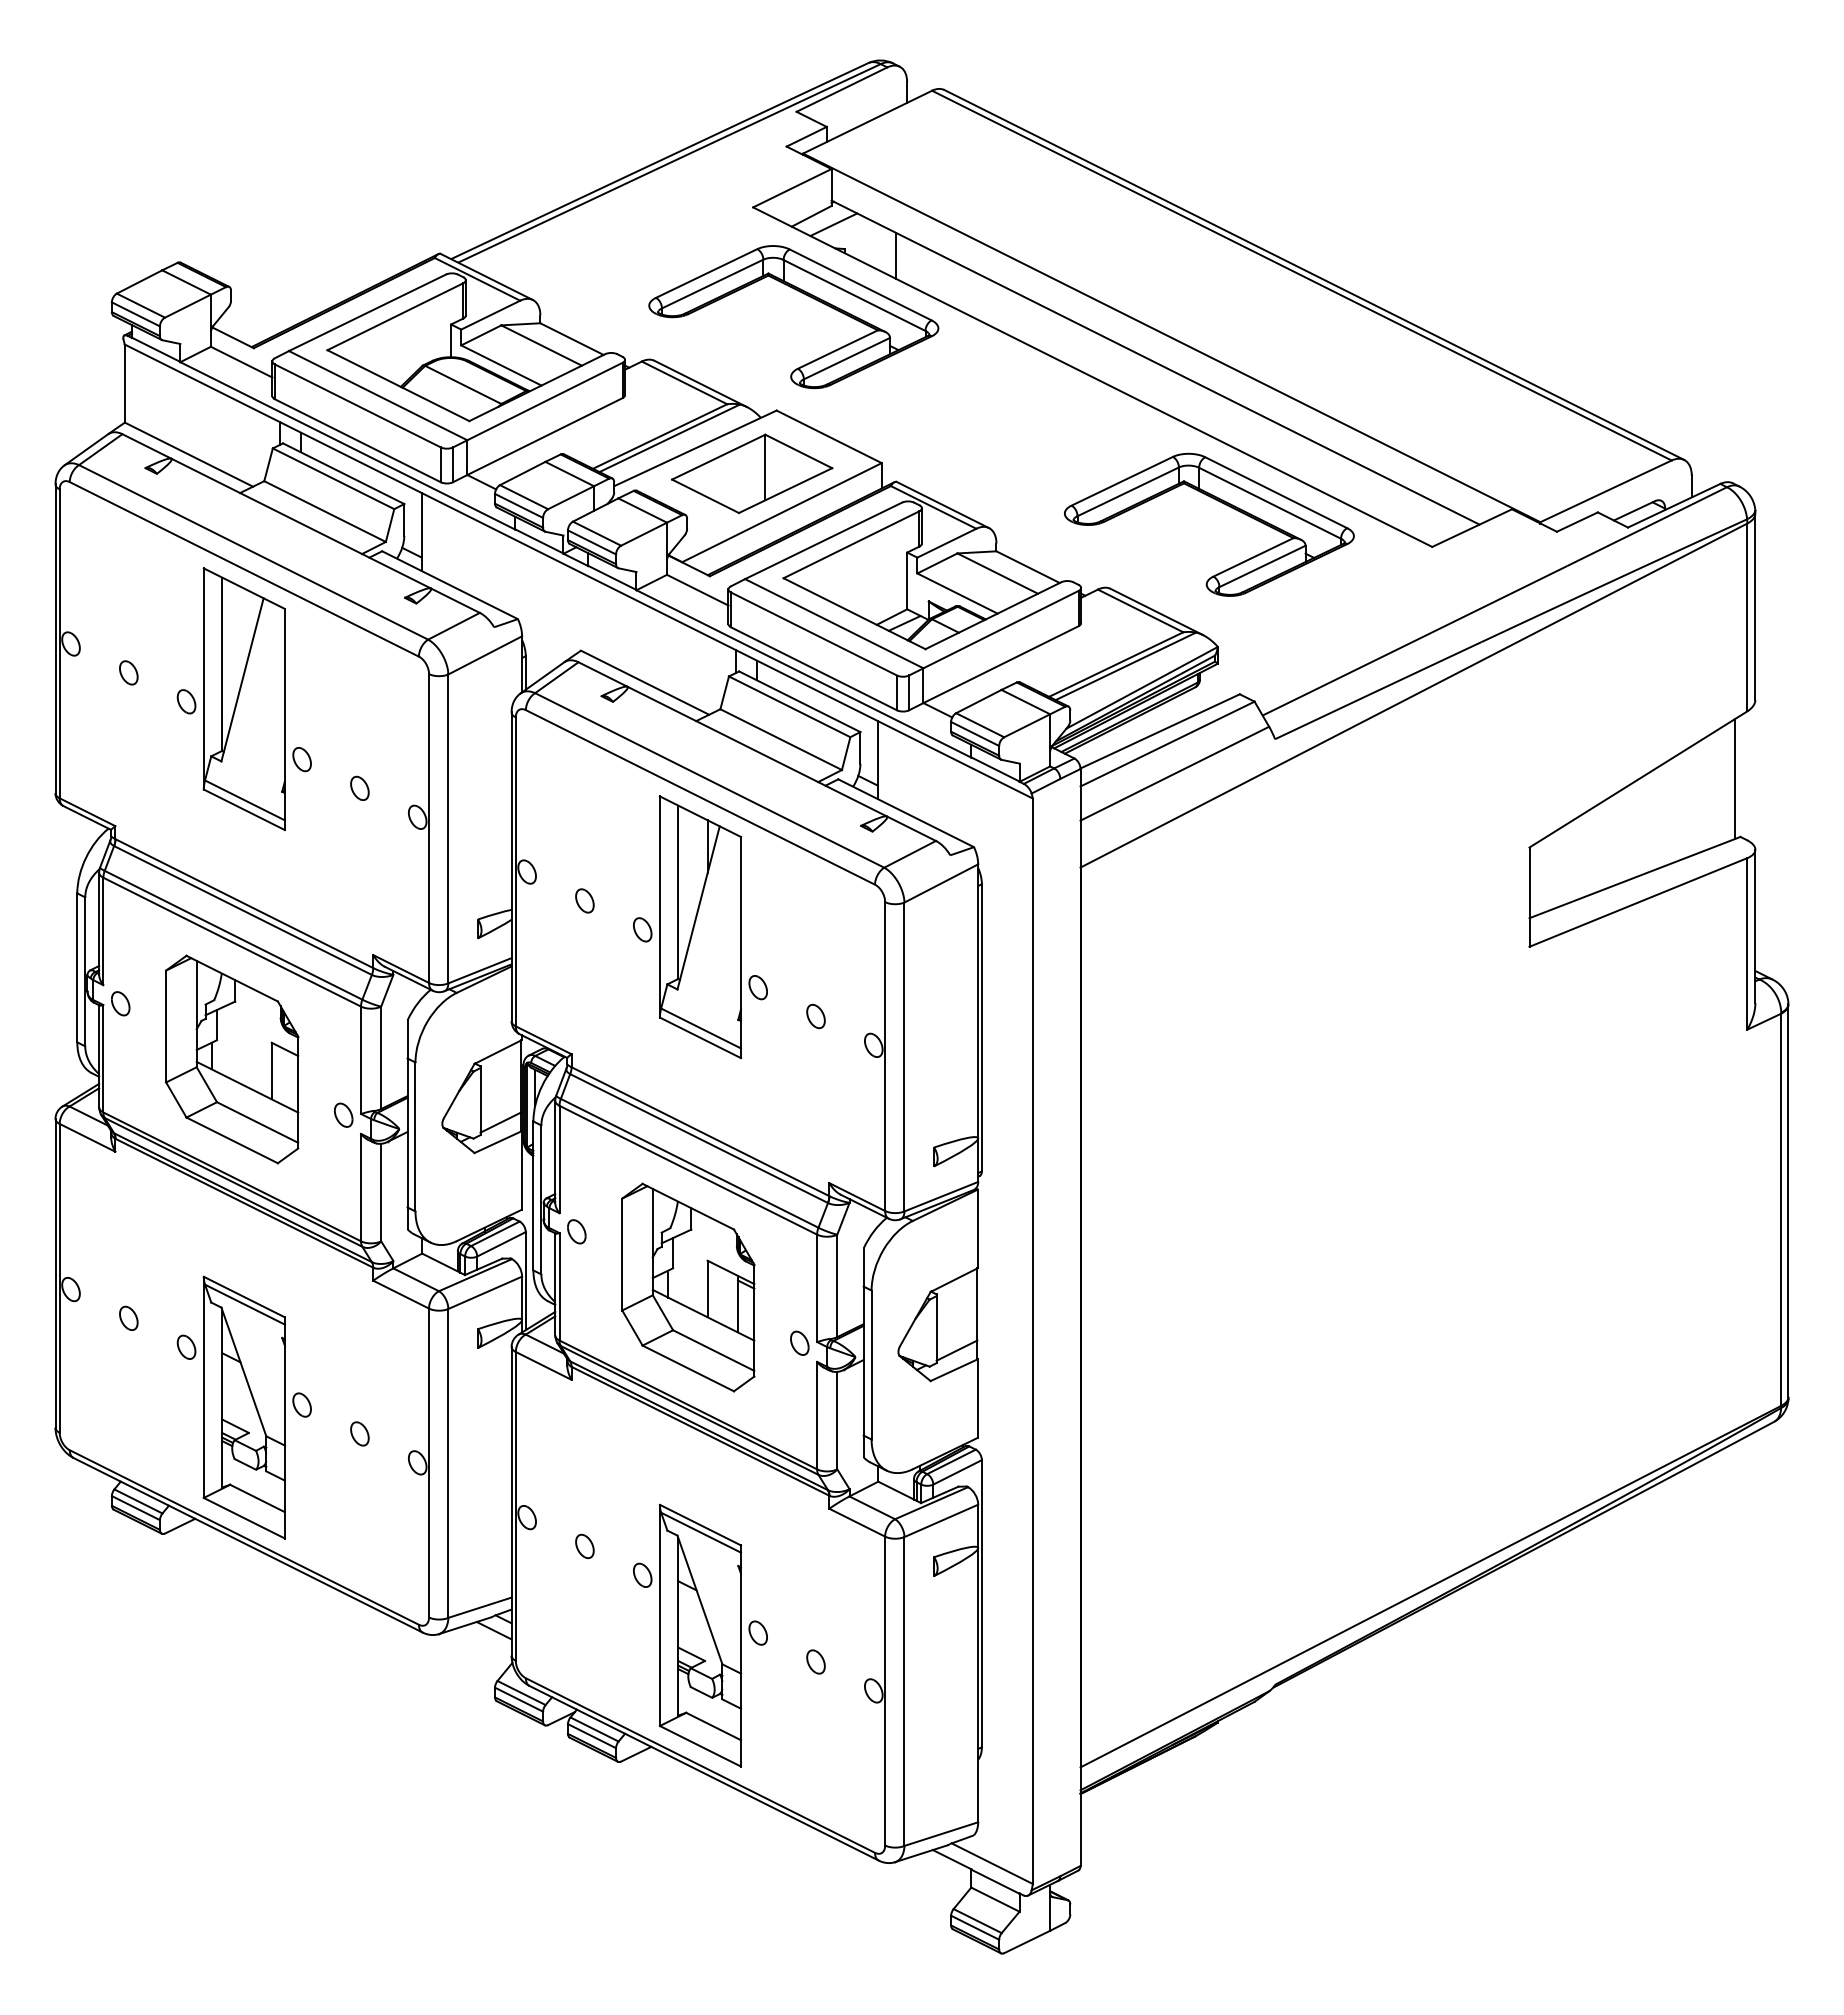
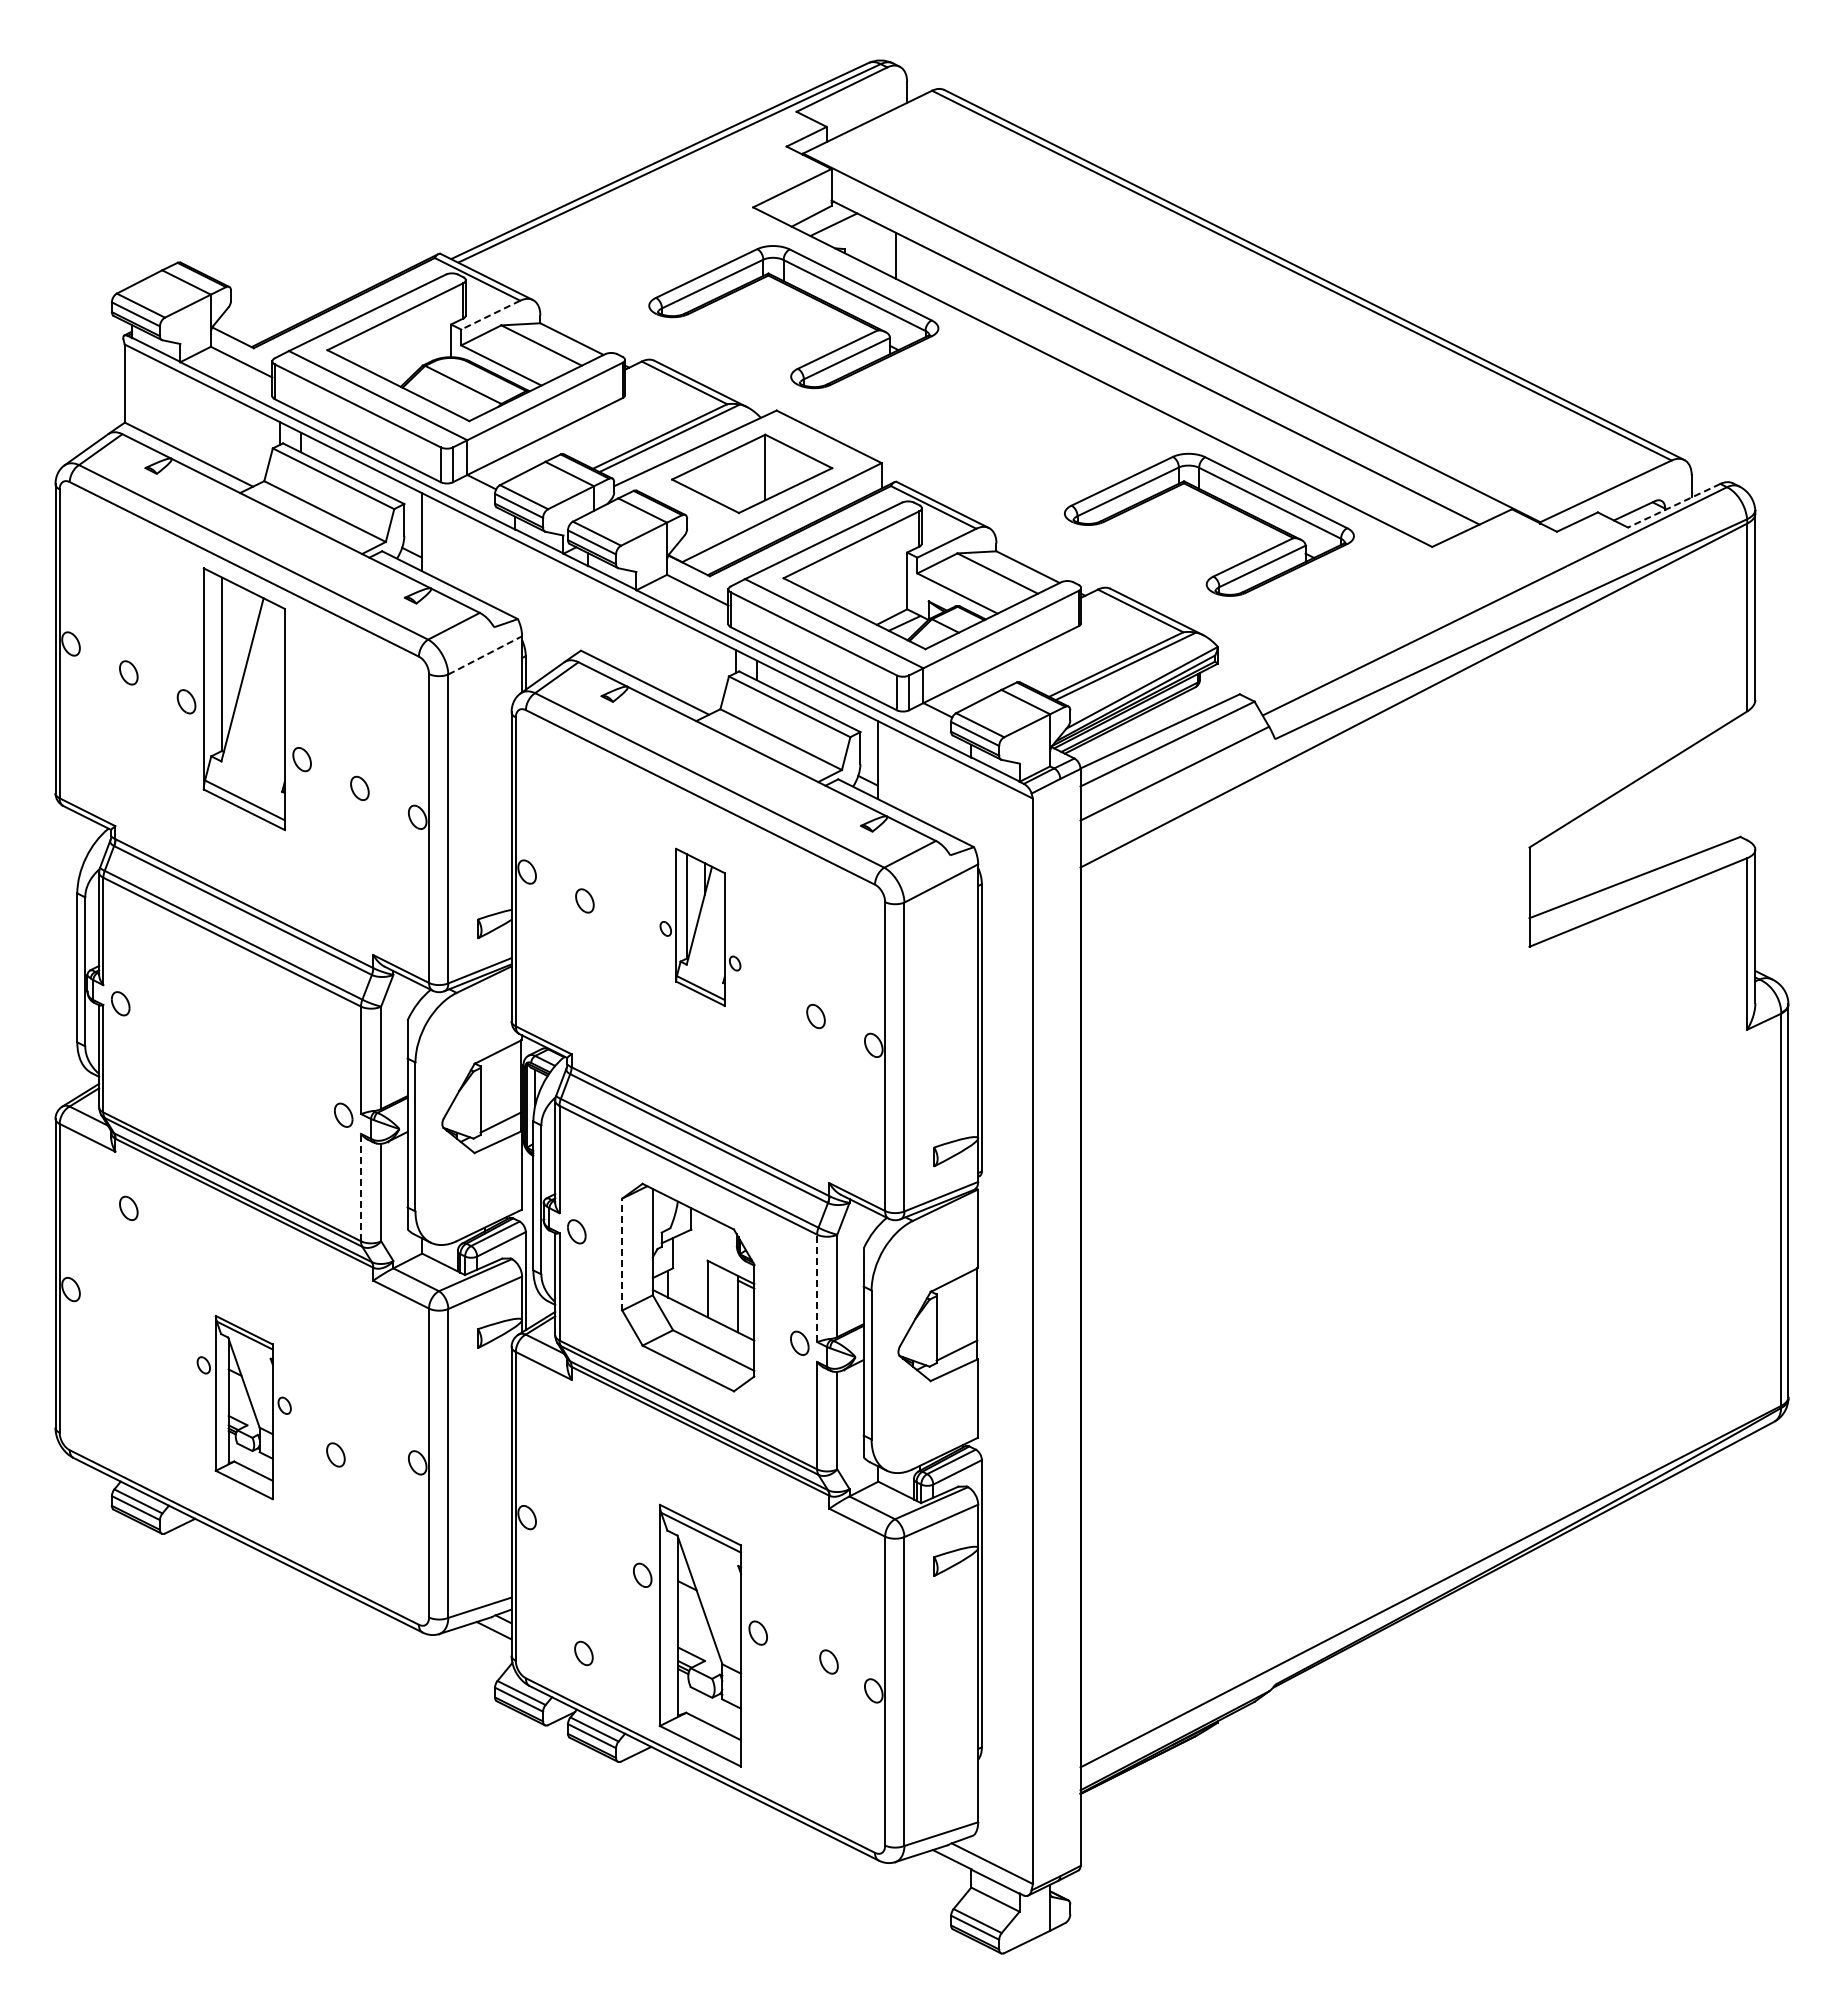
line at (490, 315): solid -> dashed
line at (1673, 505): solid -> dashed
line at (485, 655): solid -> dashed
line at (1735, 778): present -> none
part at (700, 927) size: 135x265 px -> 83x160 px
part at (232, 1059): present -> none
line at (361, 1187): solid -> dashed
line at (622, 1254): solid -> dashed
line at (817, 1288): solid -> dashed
part at (128, 1317) position: (128, 1317) -> (128, 1207)
part at (243, 1407) size: 136x265 px -> 96x186 px
part at (359, 1433) position: (359, 1433) -> (335, 1454)
part at (584, 1546) position: (584, 1546) -> (583, 1653)
part at (815, 1661) position: (815, 1661) -> (828, 1661)
